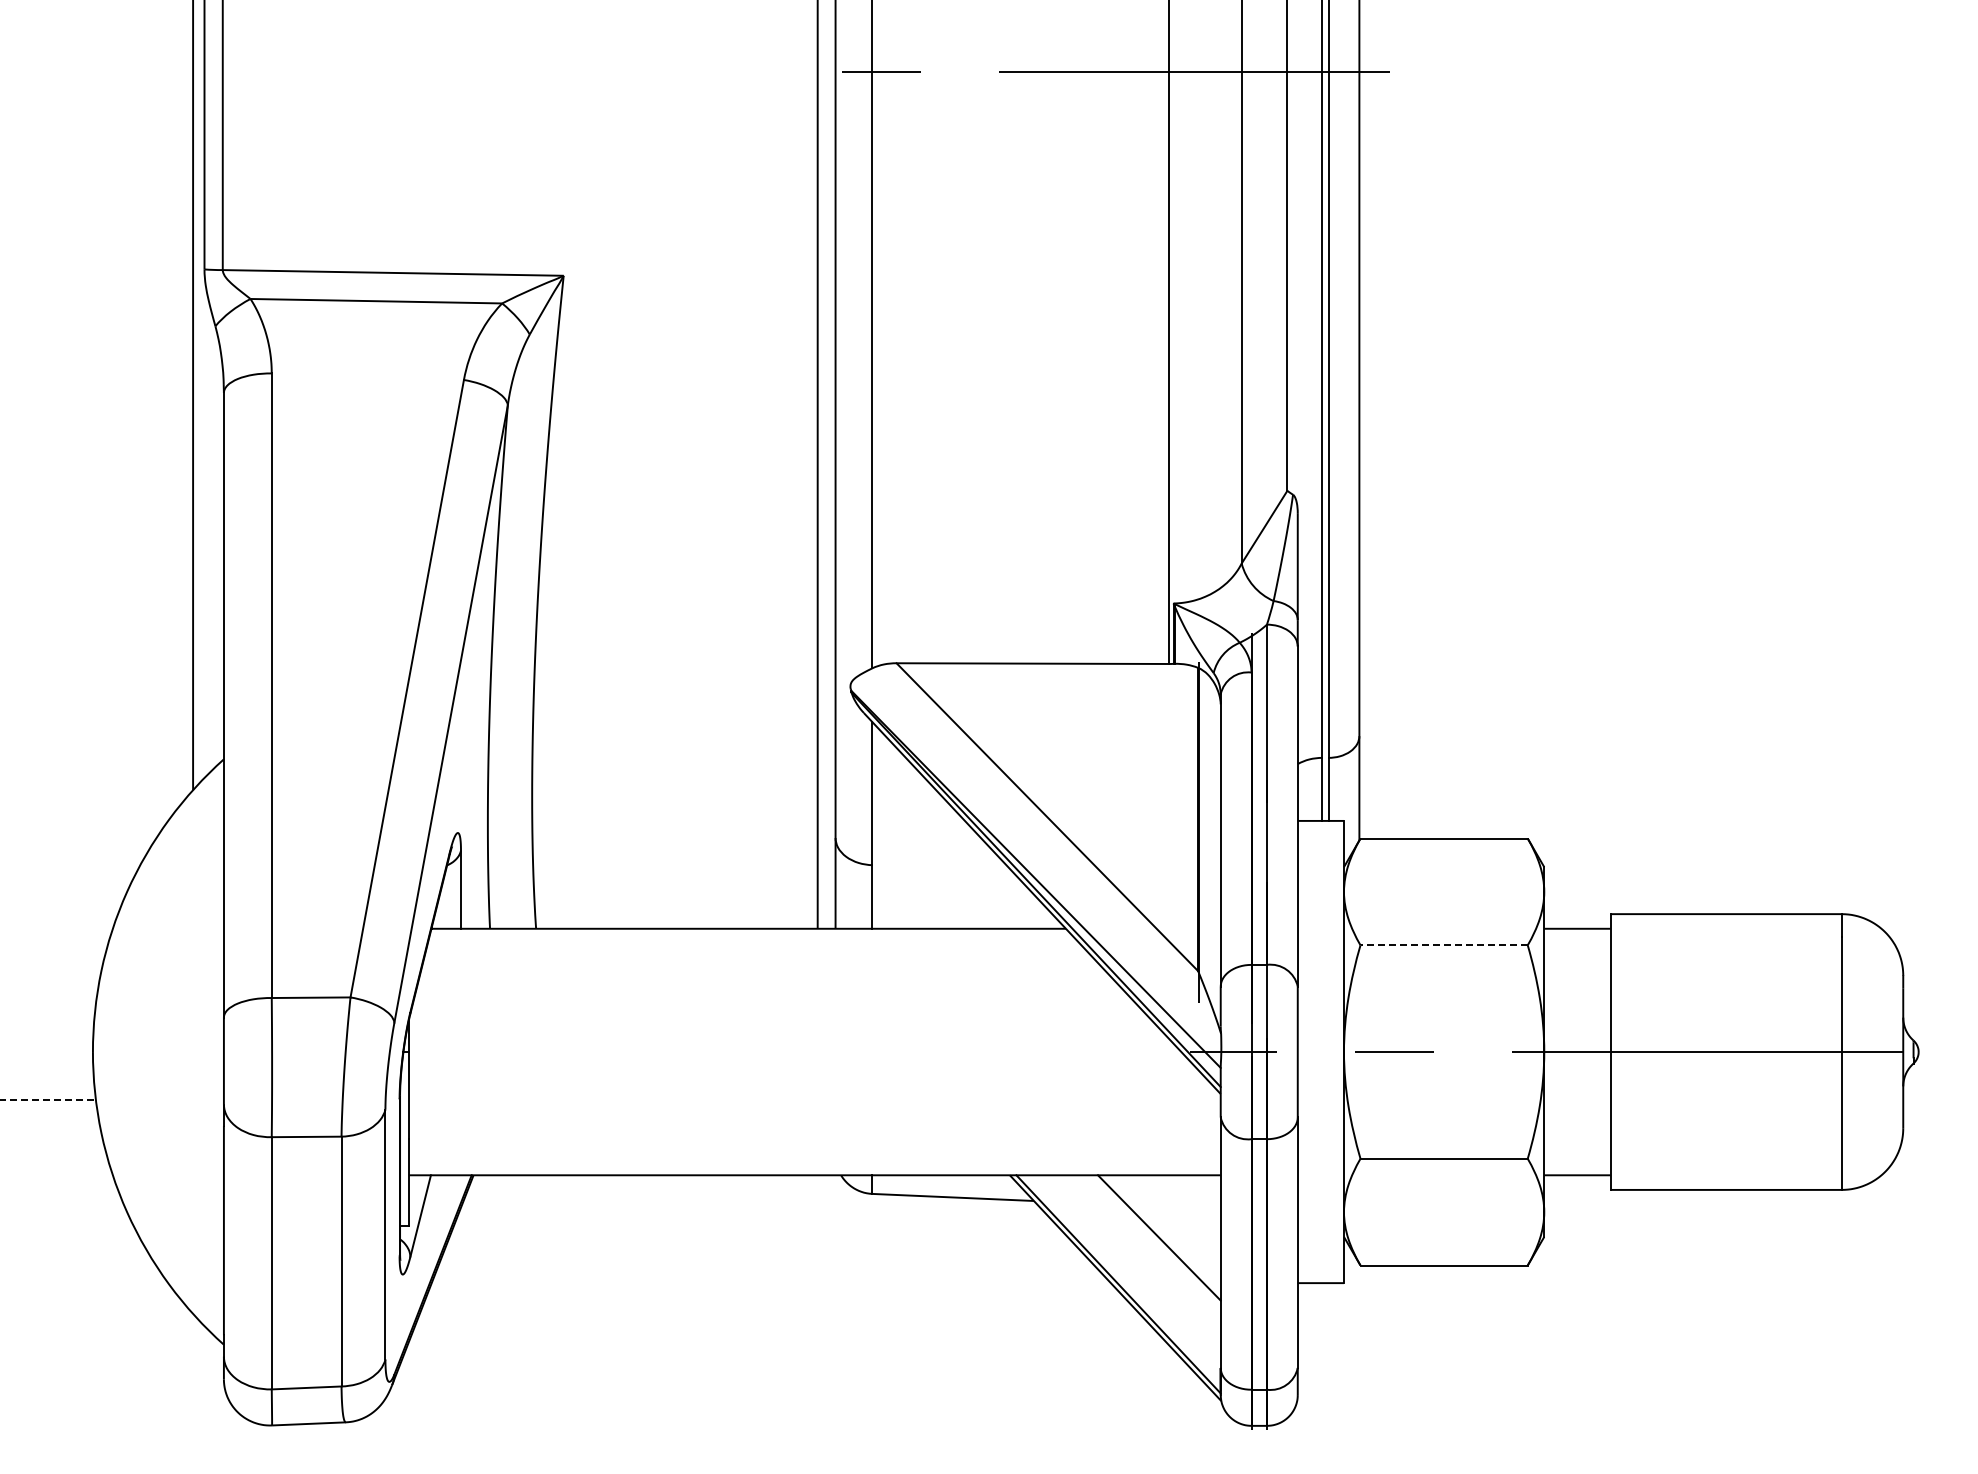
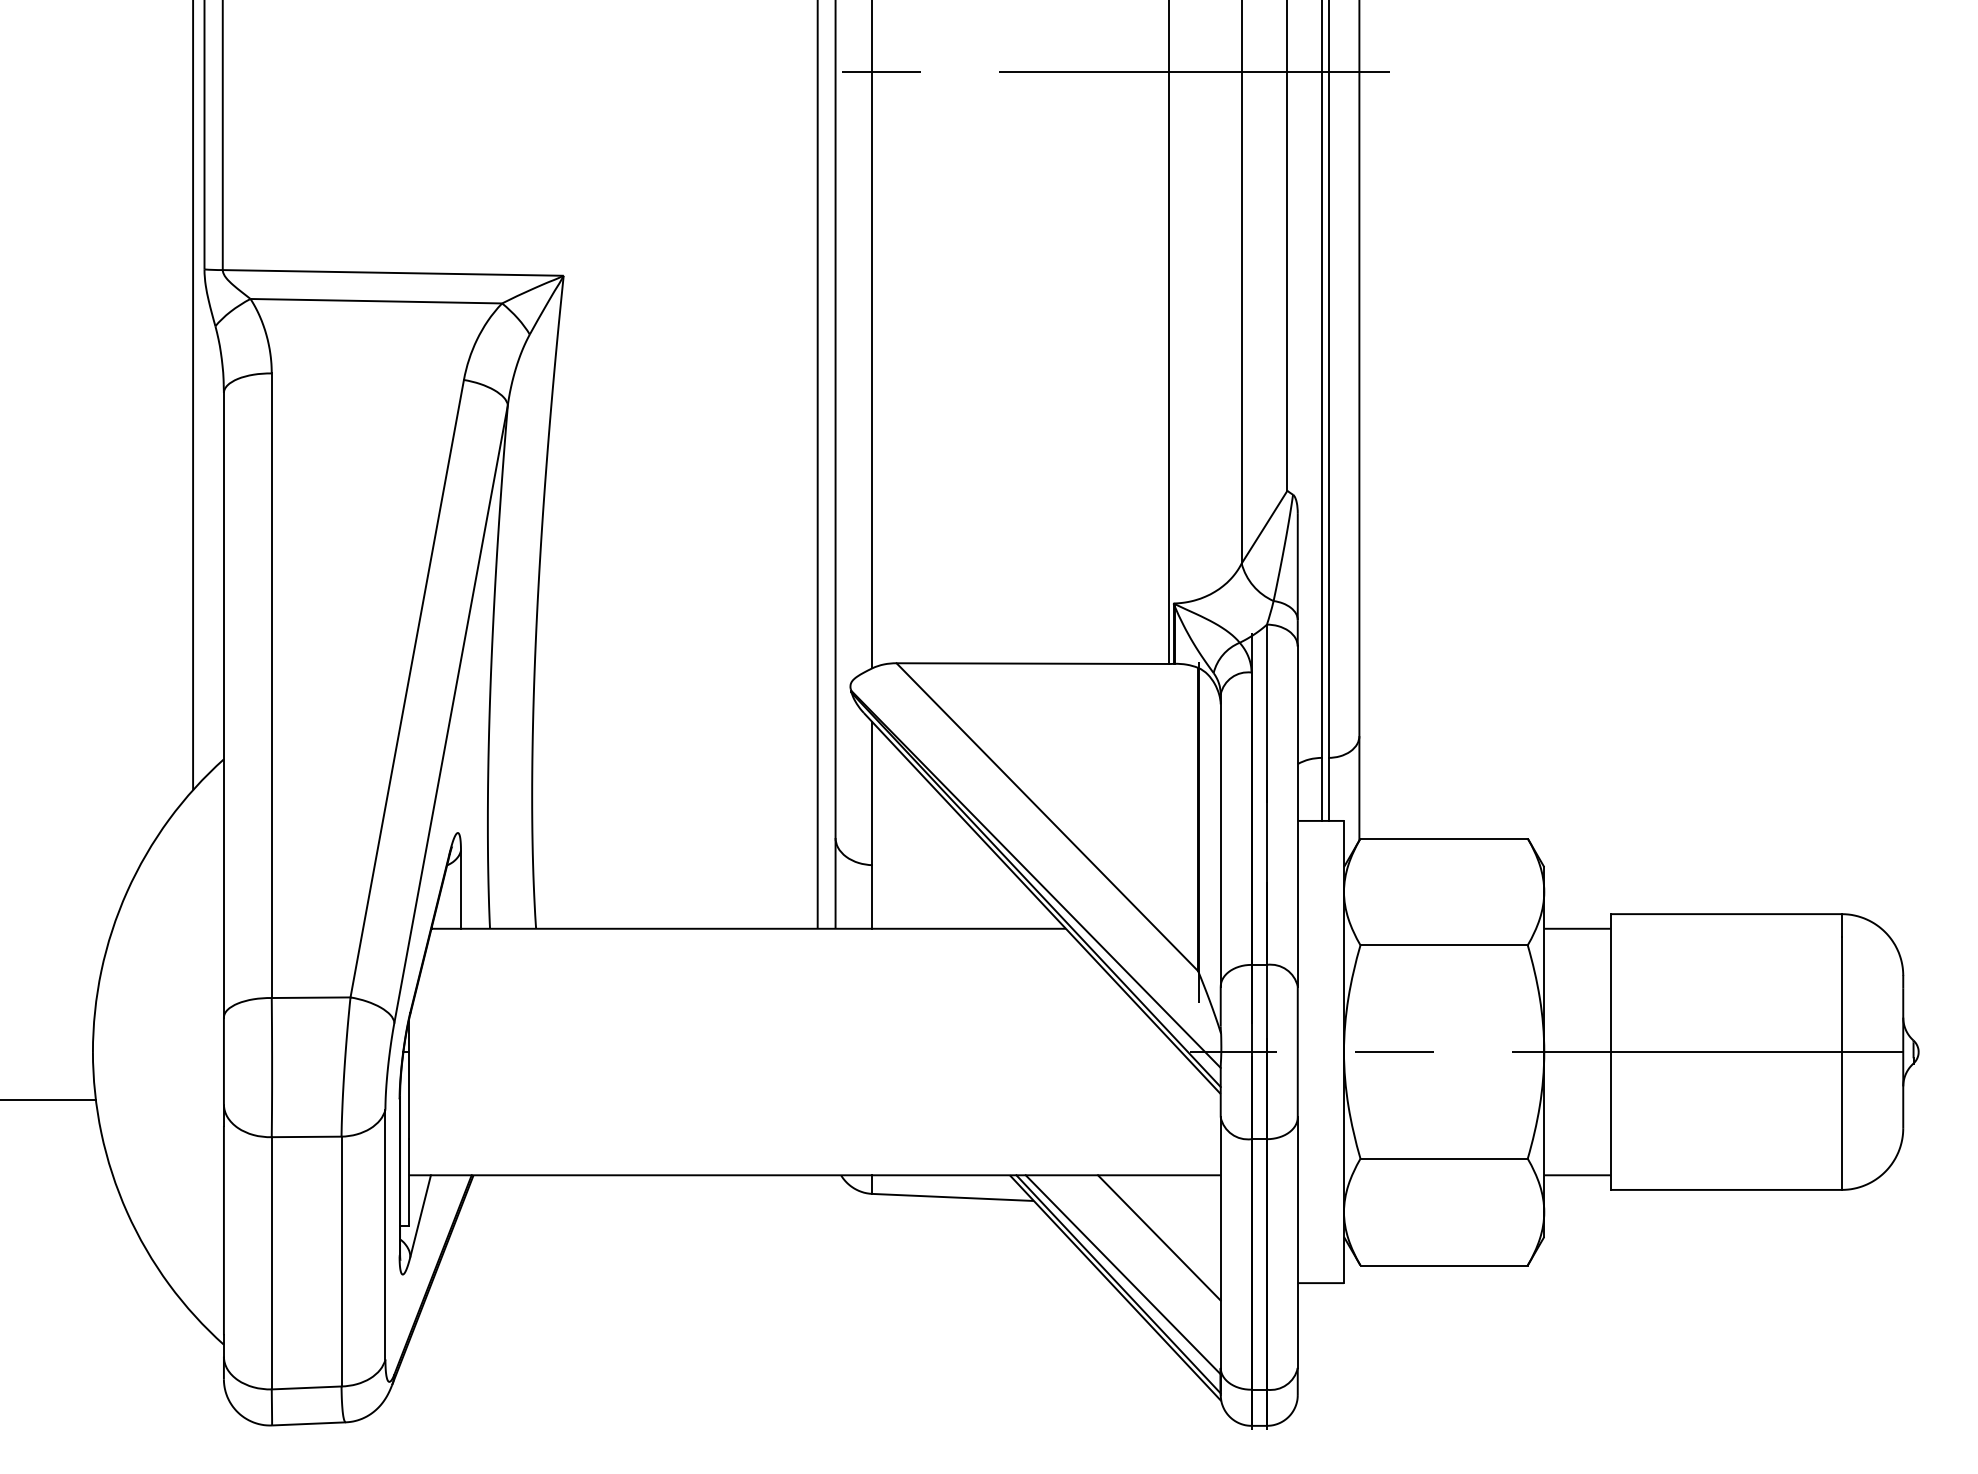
line at (1444, 945): dashed -> solid
line at (48, 1099): dashed -> solid
line at (1122, 1274): none -> present
